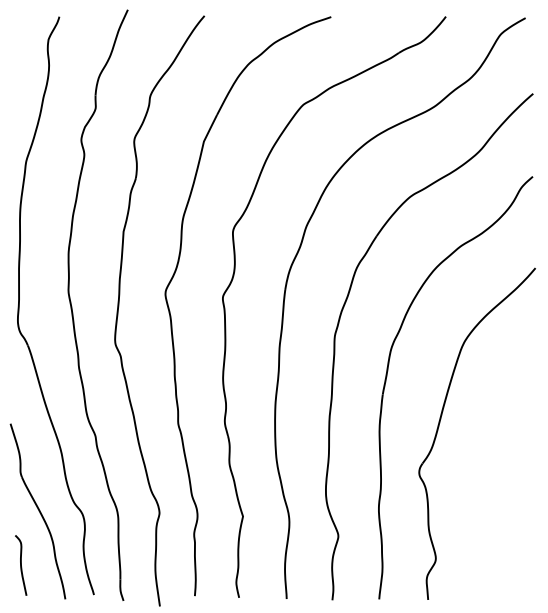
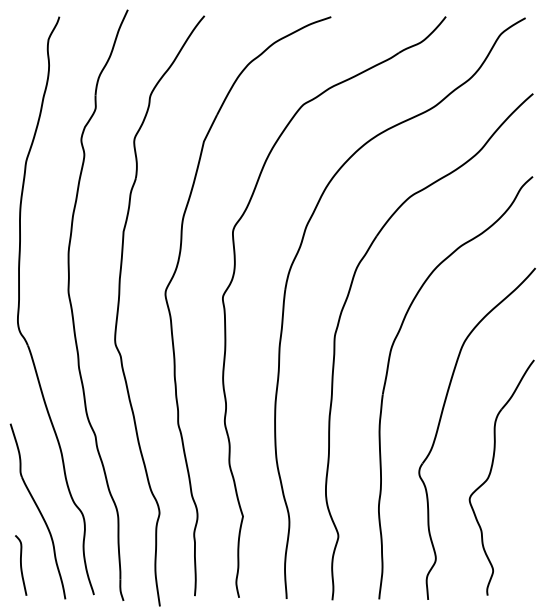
part at (491, 472): none -> present
